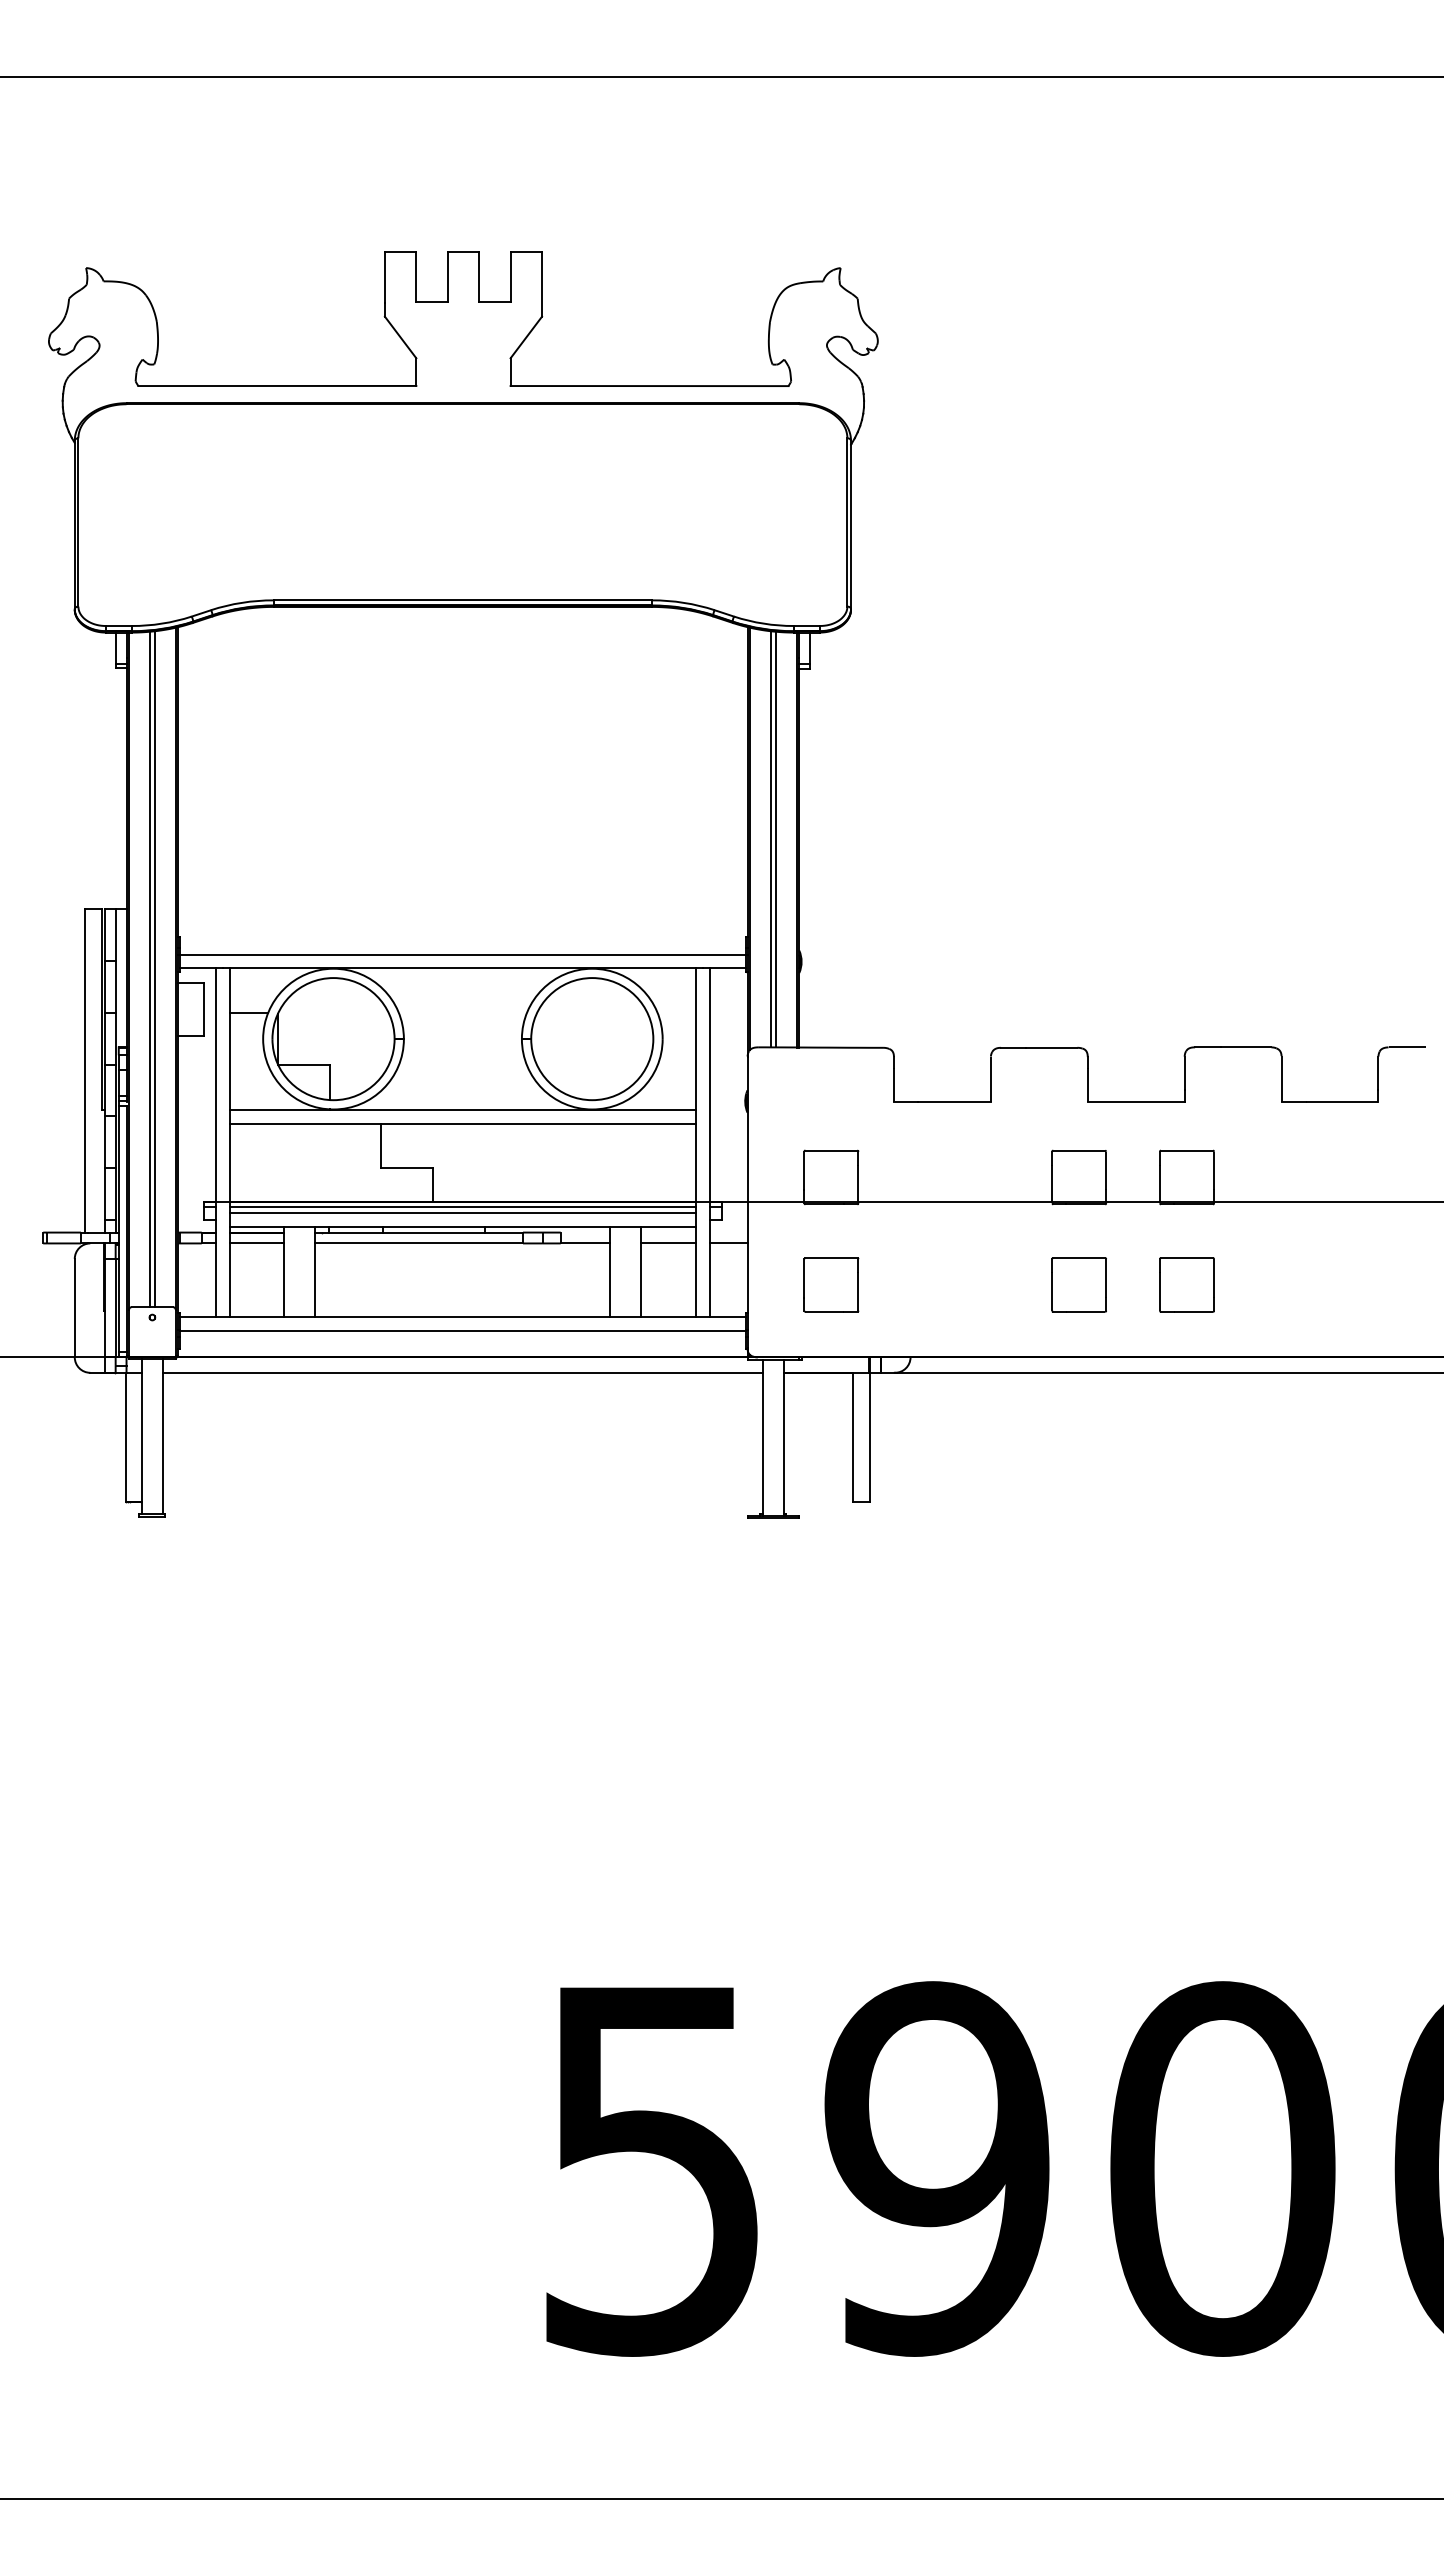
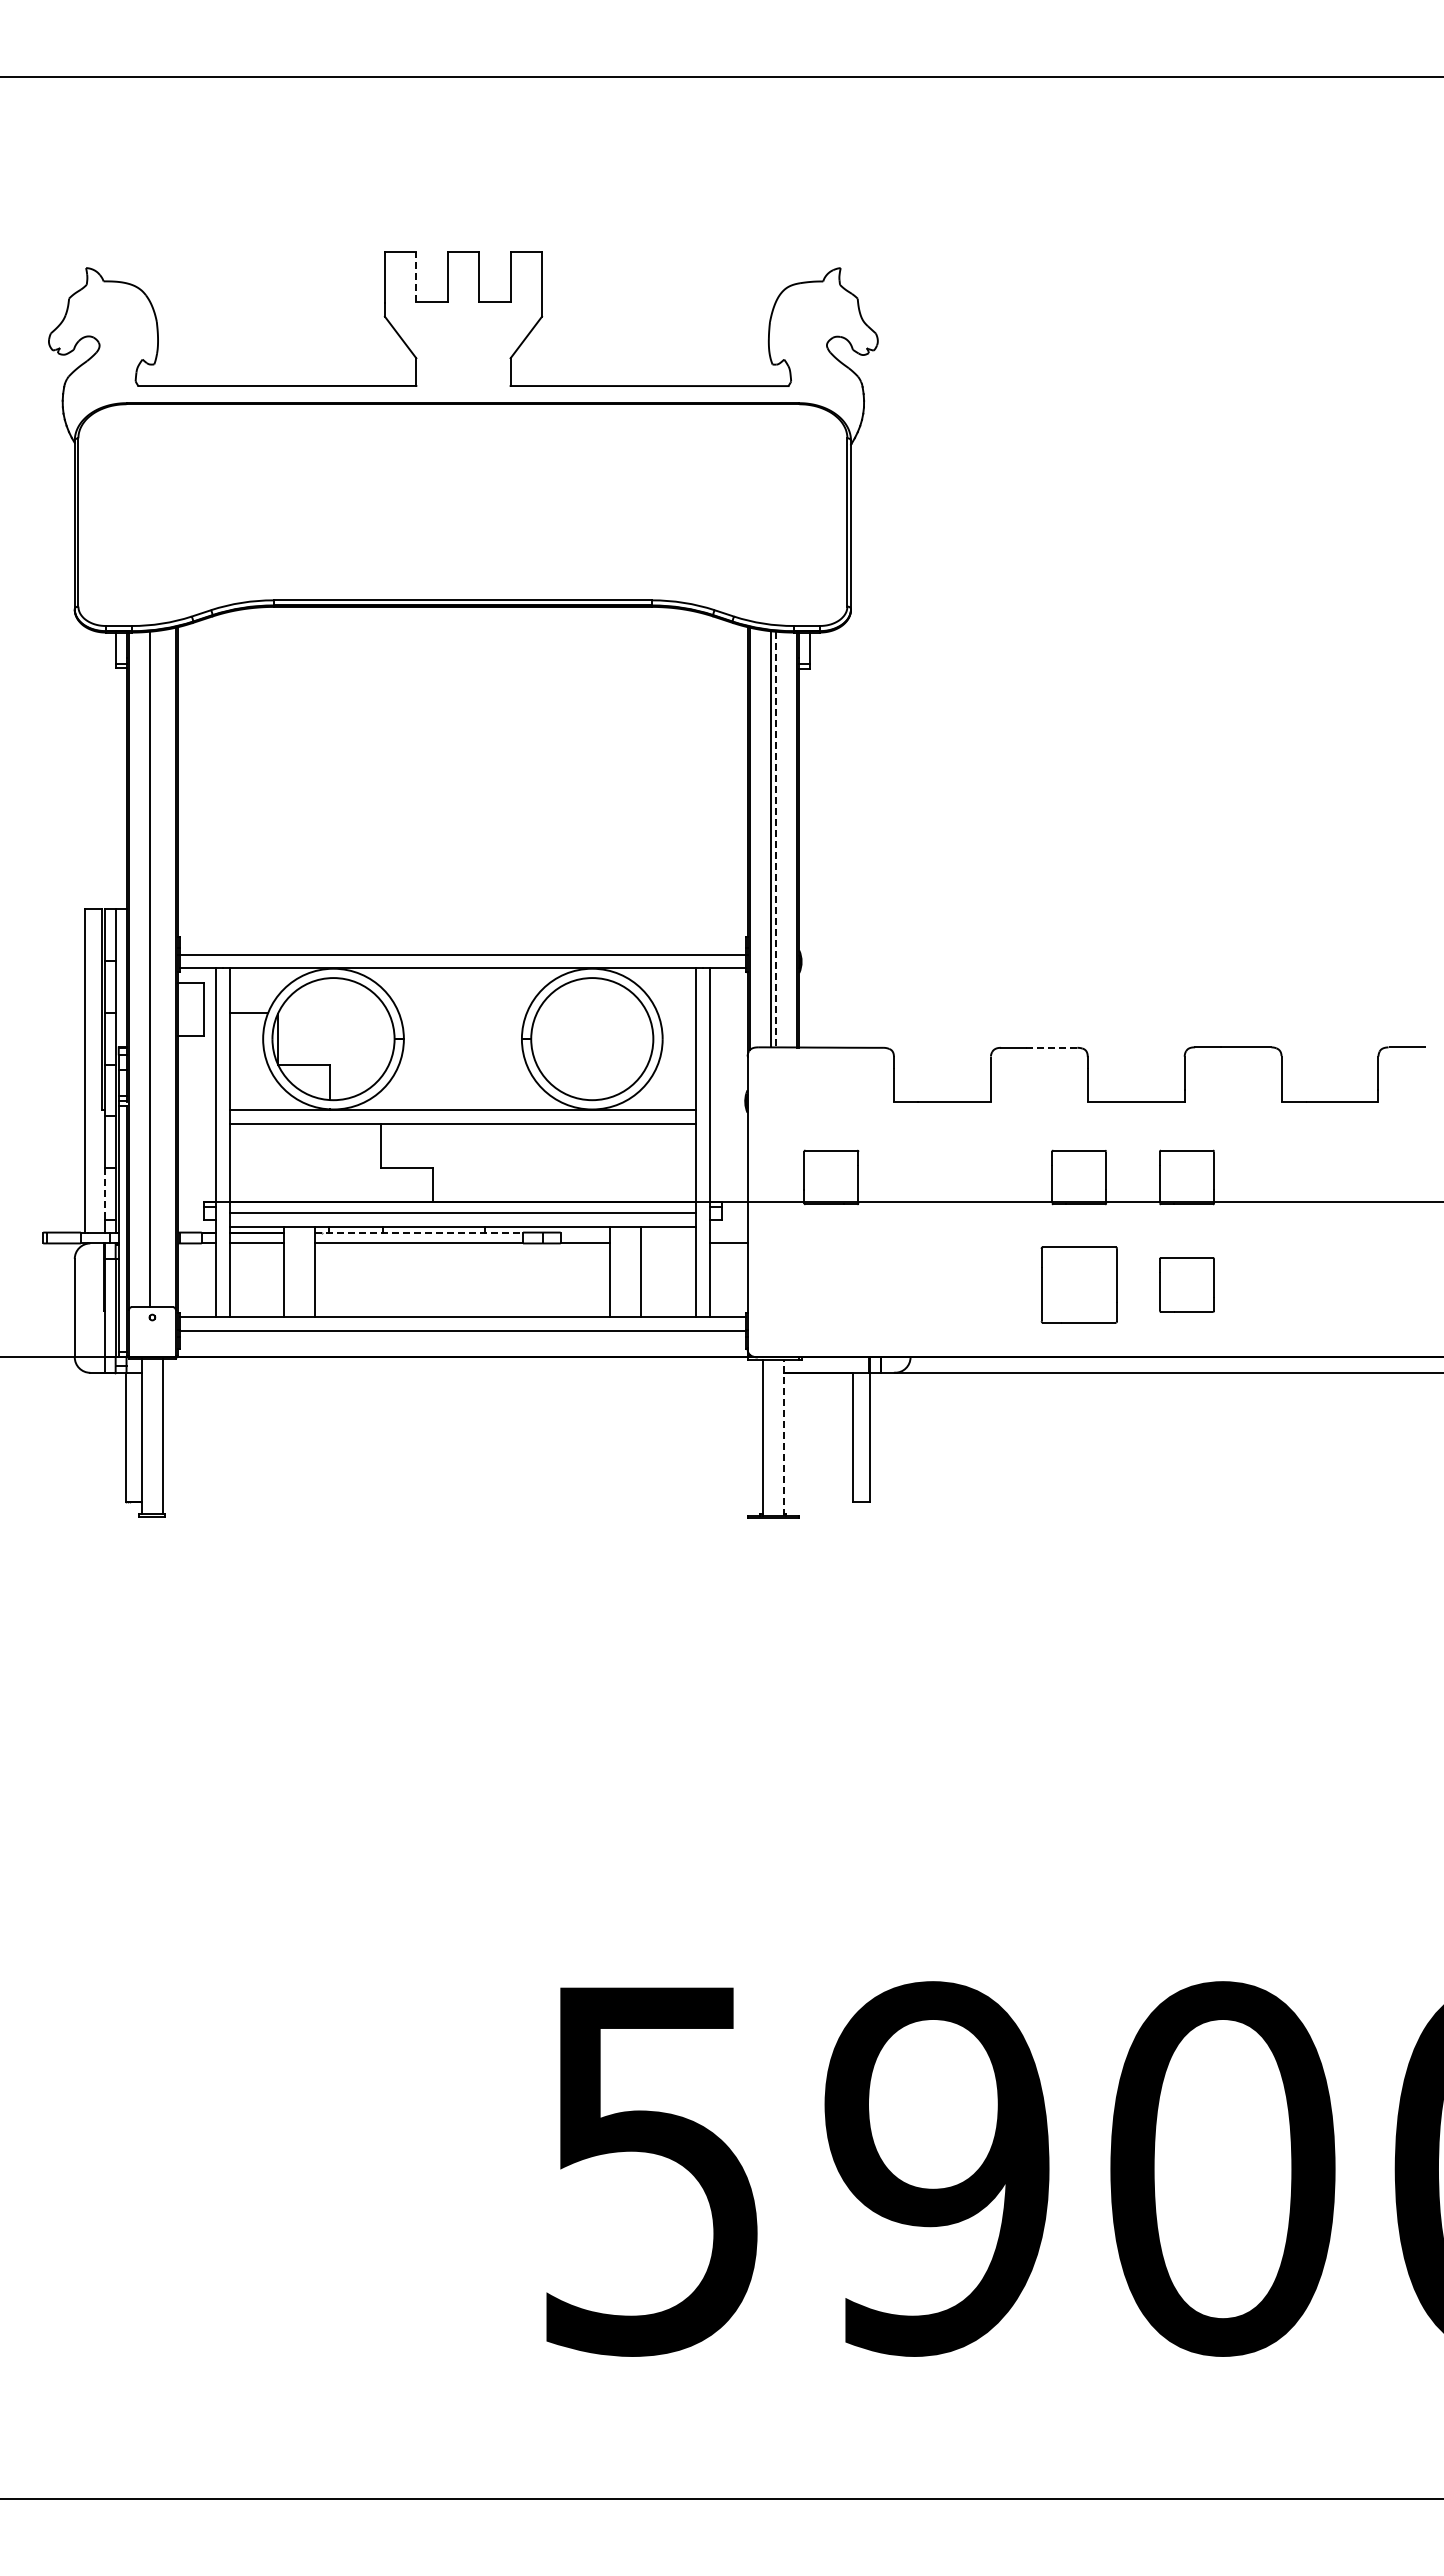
line at (416, 276): solid -> dashed
line at (775, 839): solid -> dashed
line at (154, 969): present -> none
line at (1051, 1047): solid -> dashed
line at (104, 1193): solid -> dashed
line at (462, 1207): present -> none
line at (419, 1232): solid -> dashed
line at (668, 1243): present -> none
part at (831, 1284): present -> none
part at (1078, 1284) size: 56x56 px -> 78x78 px
line at (462, 1372): present -> none
line at (784, 1438): solid -> dashed
